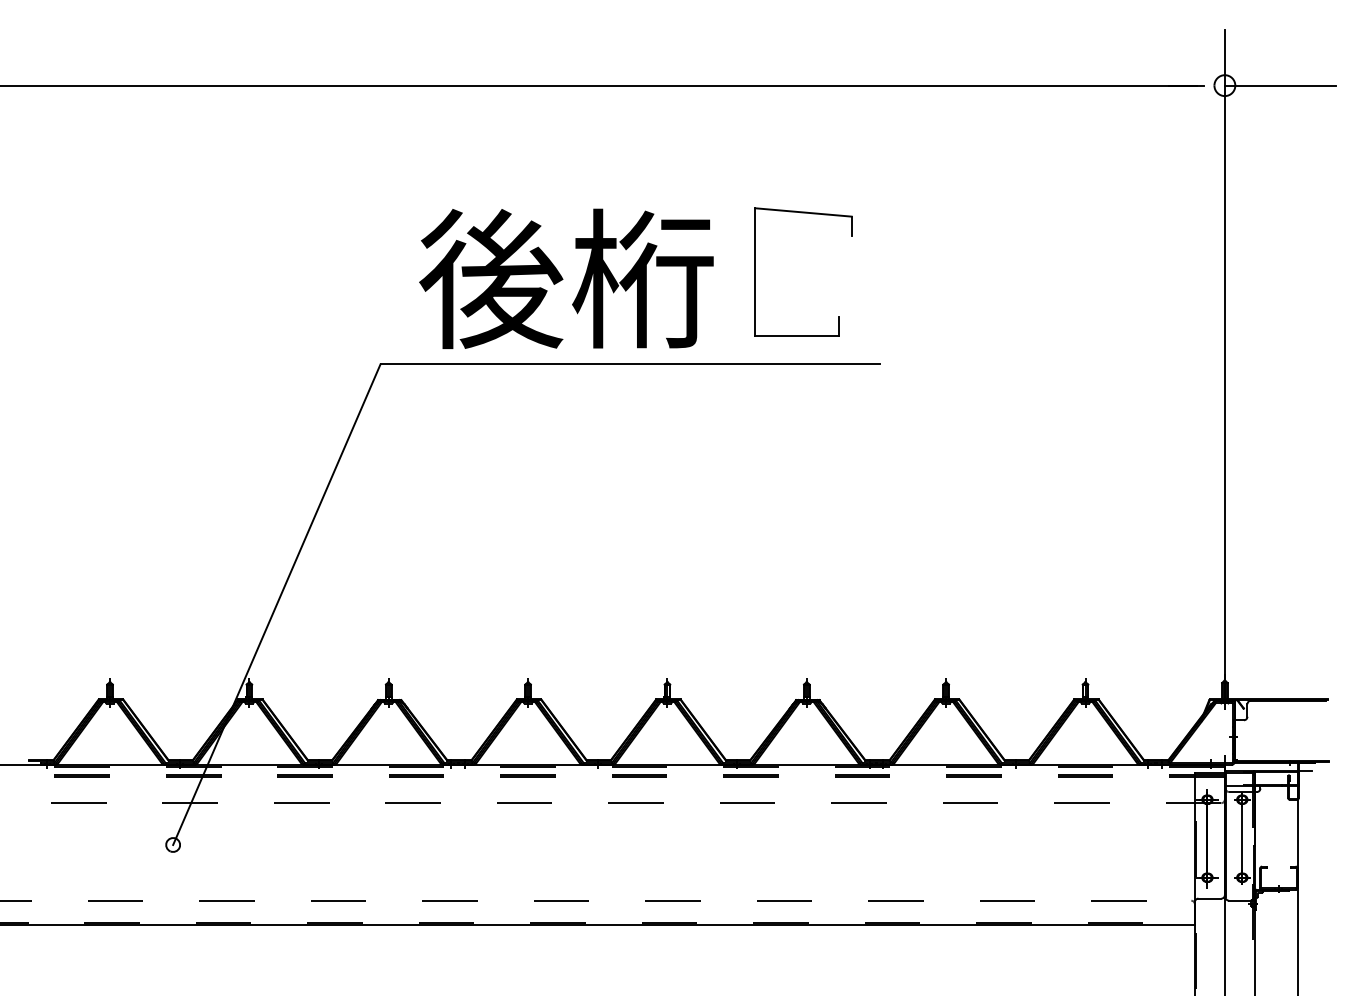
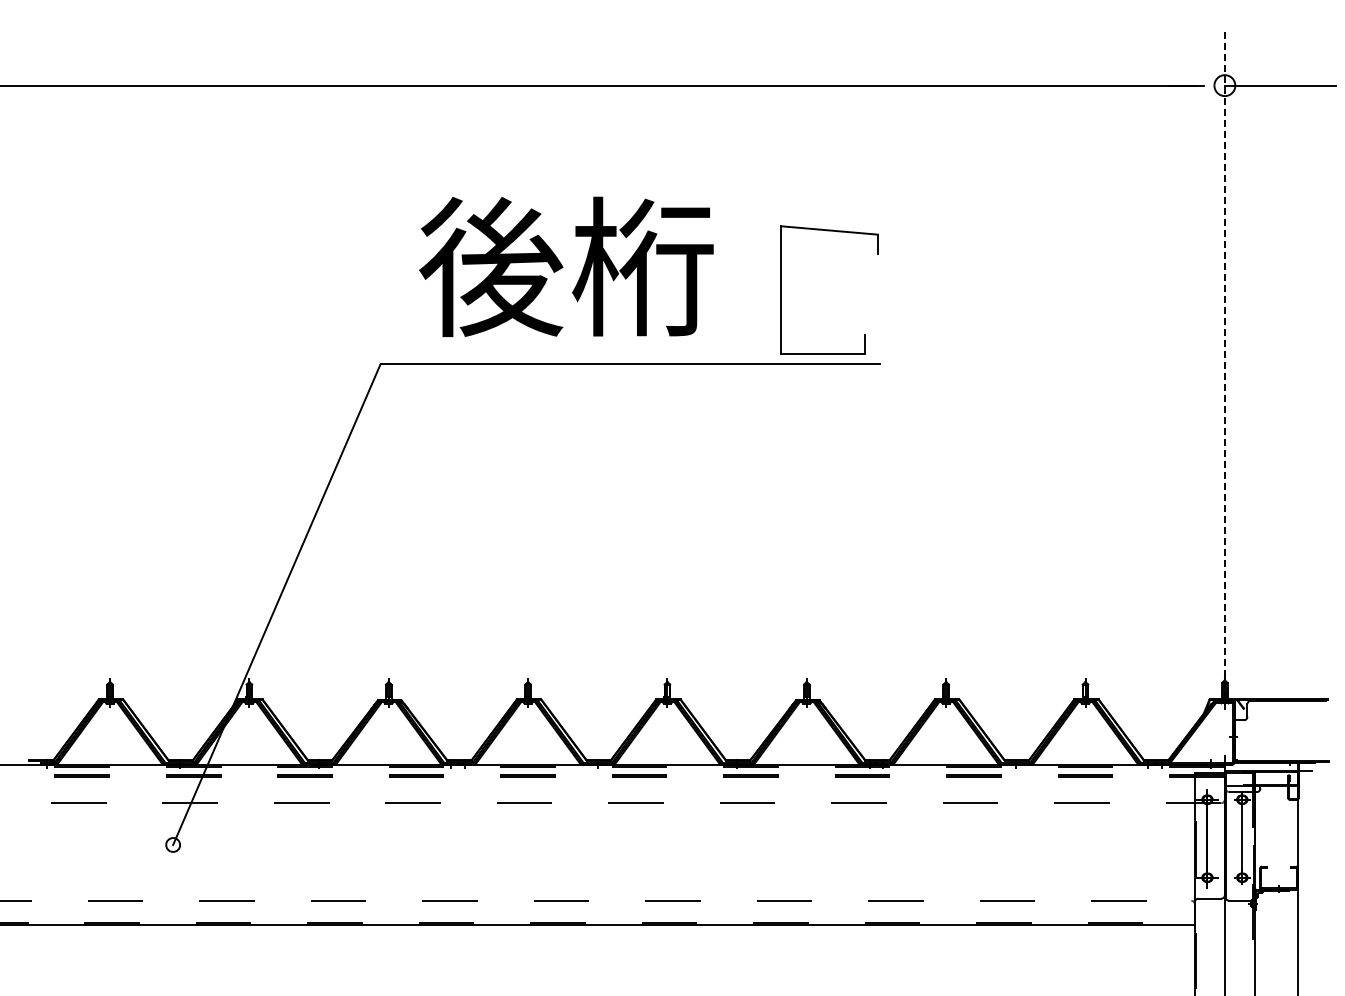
part at (755, 271) position: (755, 271) -> (781, 289)
text at (566, 278) position: (566, 278) -> (566, 266)
line at (1224, 364): solid -> dashed
